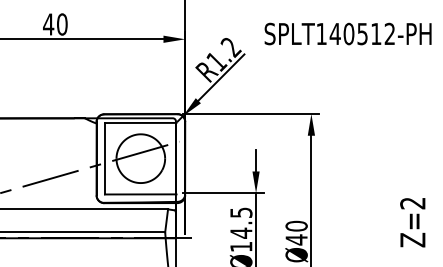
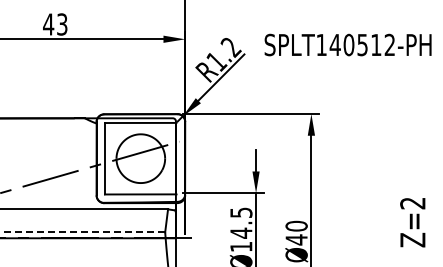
text at (62, 24): 40 -> 43
text at (347, 33) position: (347, 33) -> (347, 44)
line at (82, 232): solid -> dashed
